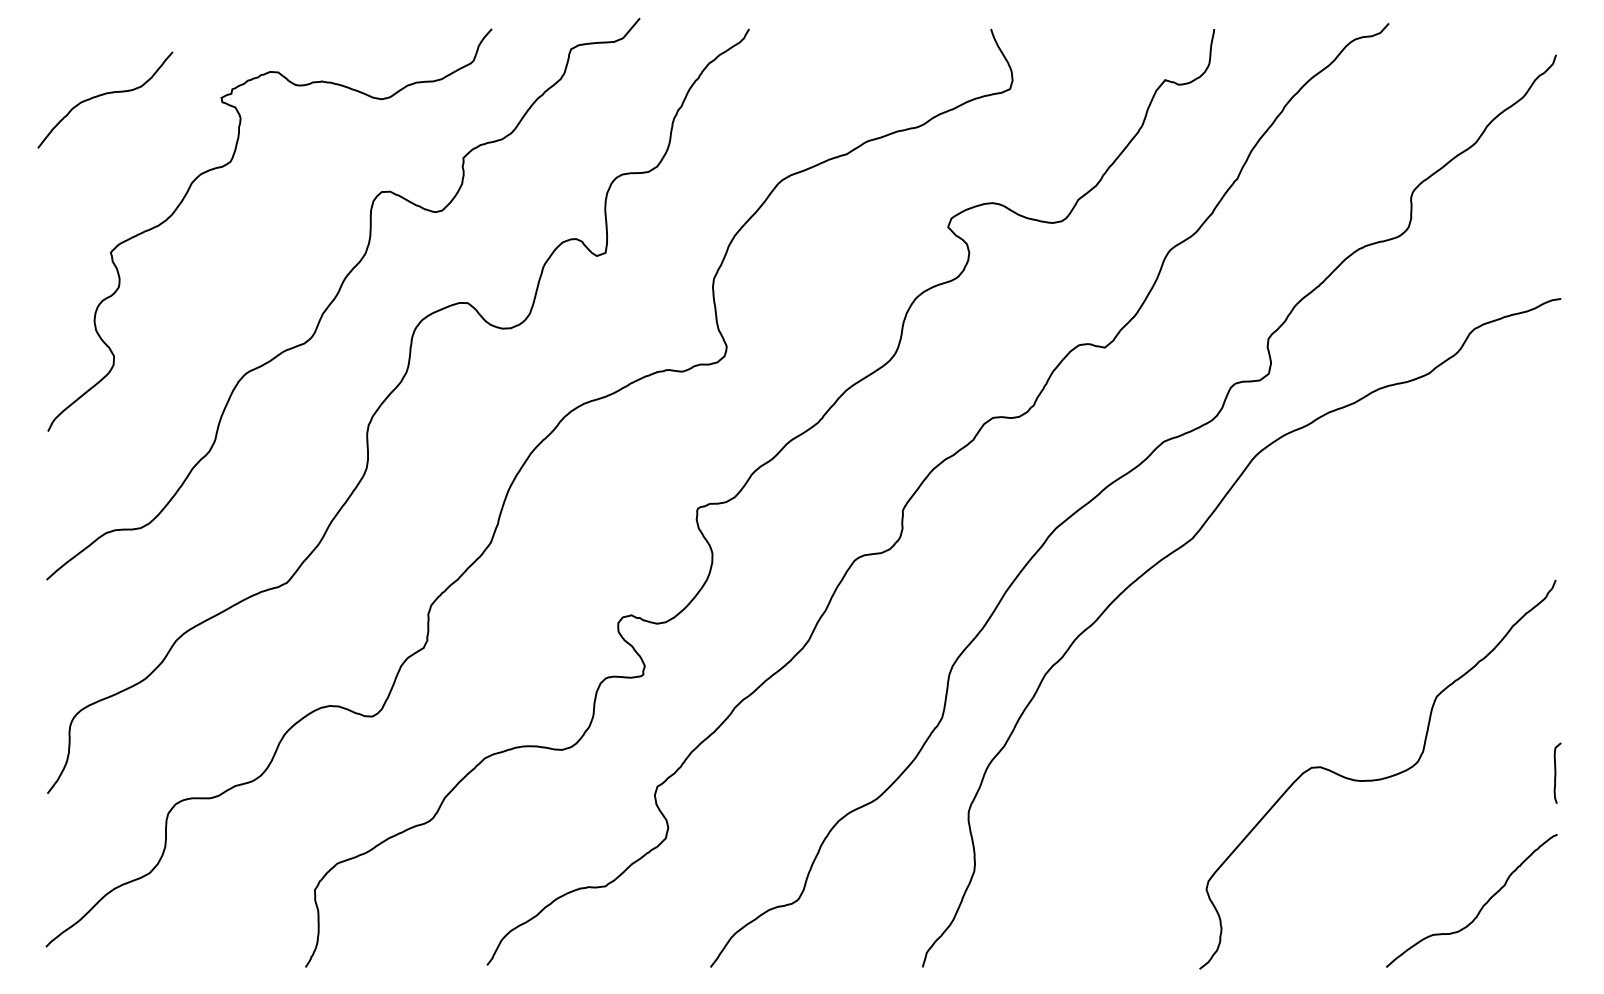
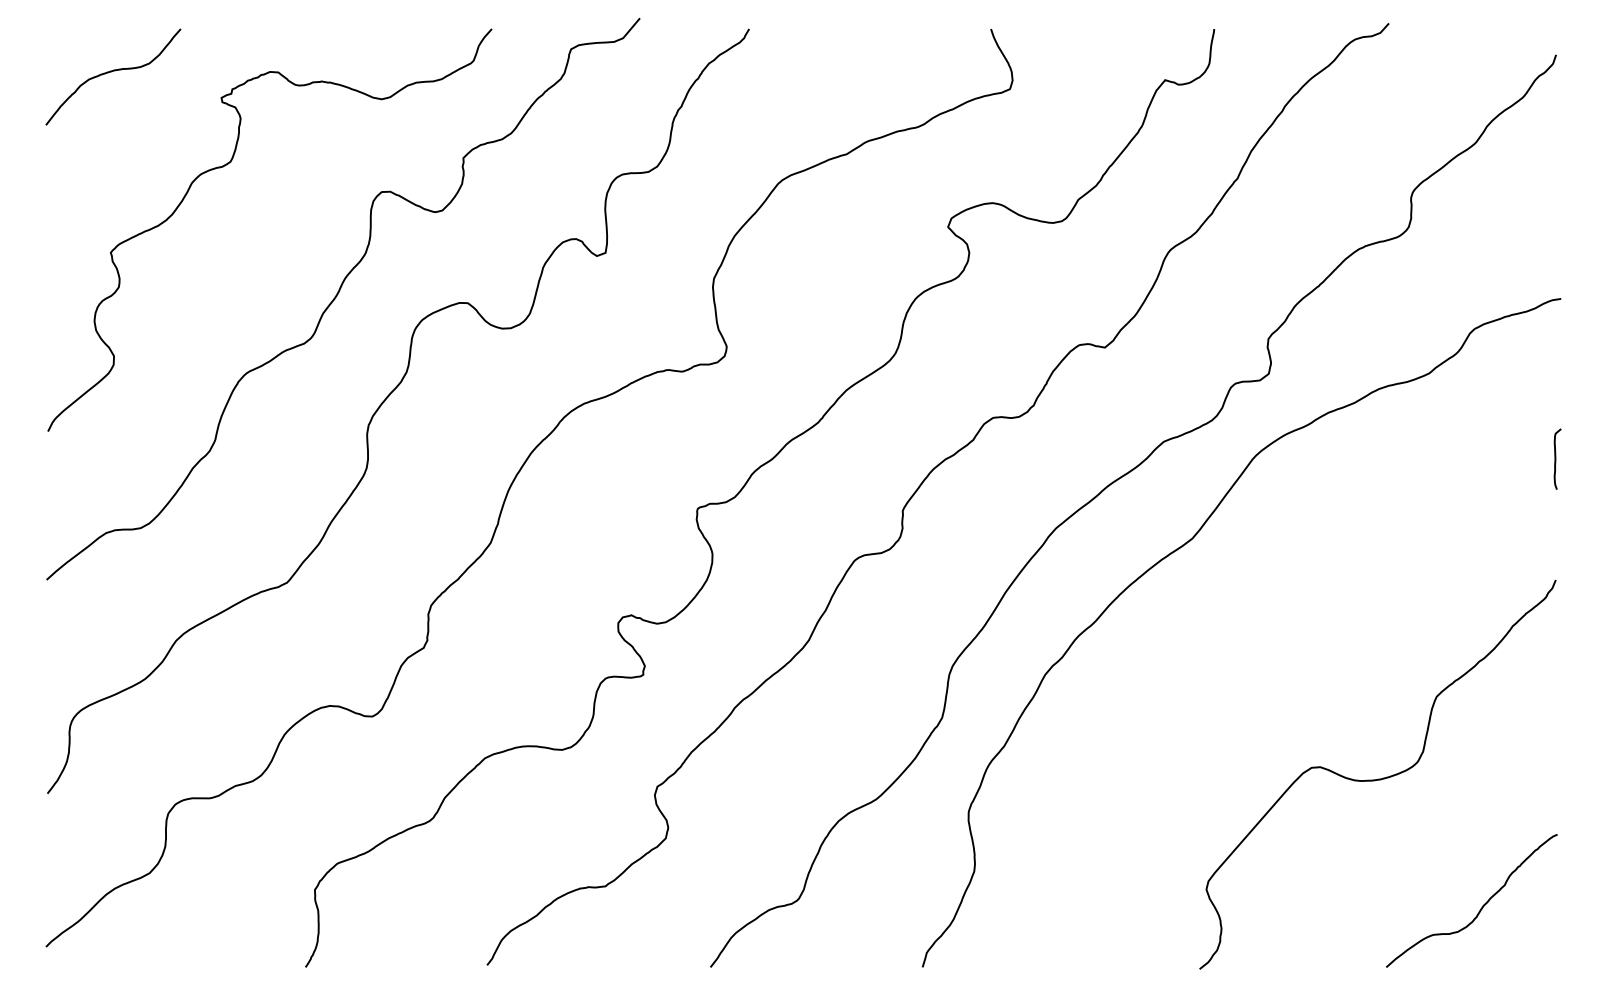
curve at (103, 95) position: (103, 95) -> (111, 72)
curve at (1556, 772) position: (1556, 772) -> (1556, 458)
